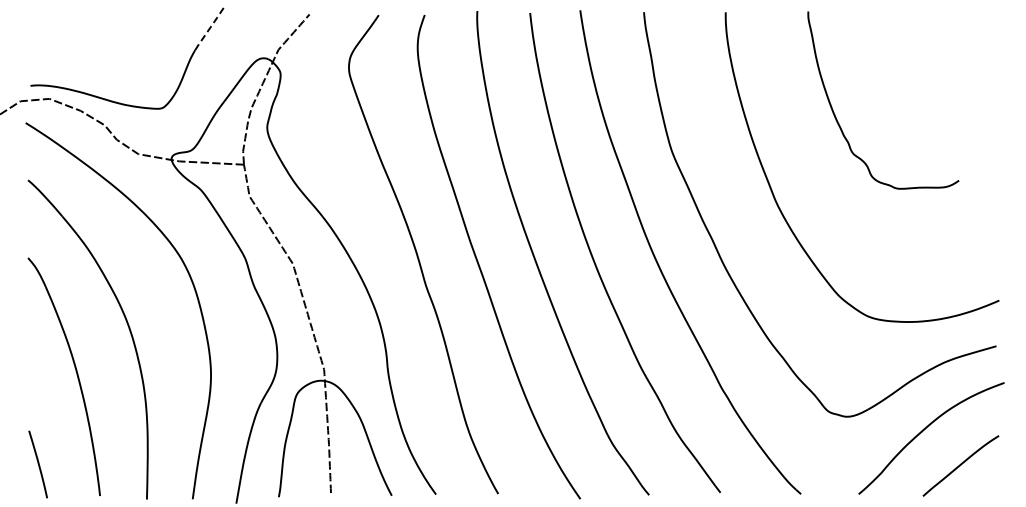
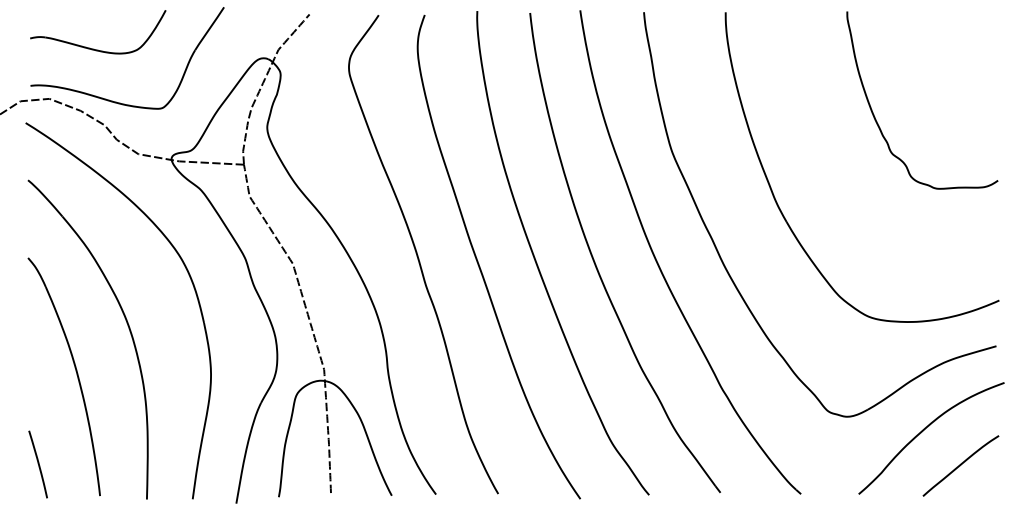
line at (209, 28): dashed -> solid
part at (93, 48): none -> present
curve at (839, 123) position: (839, 123) -> (878, 123)
